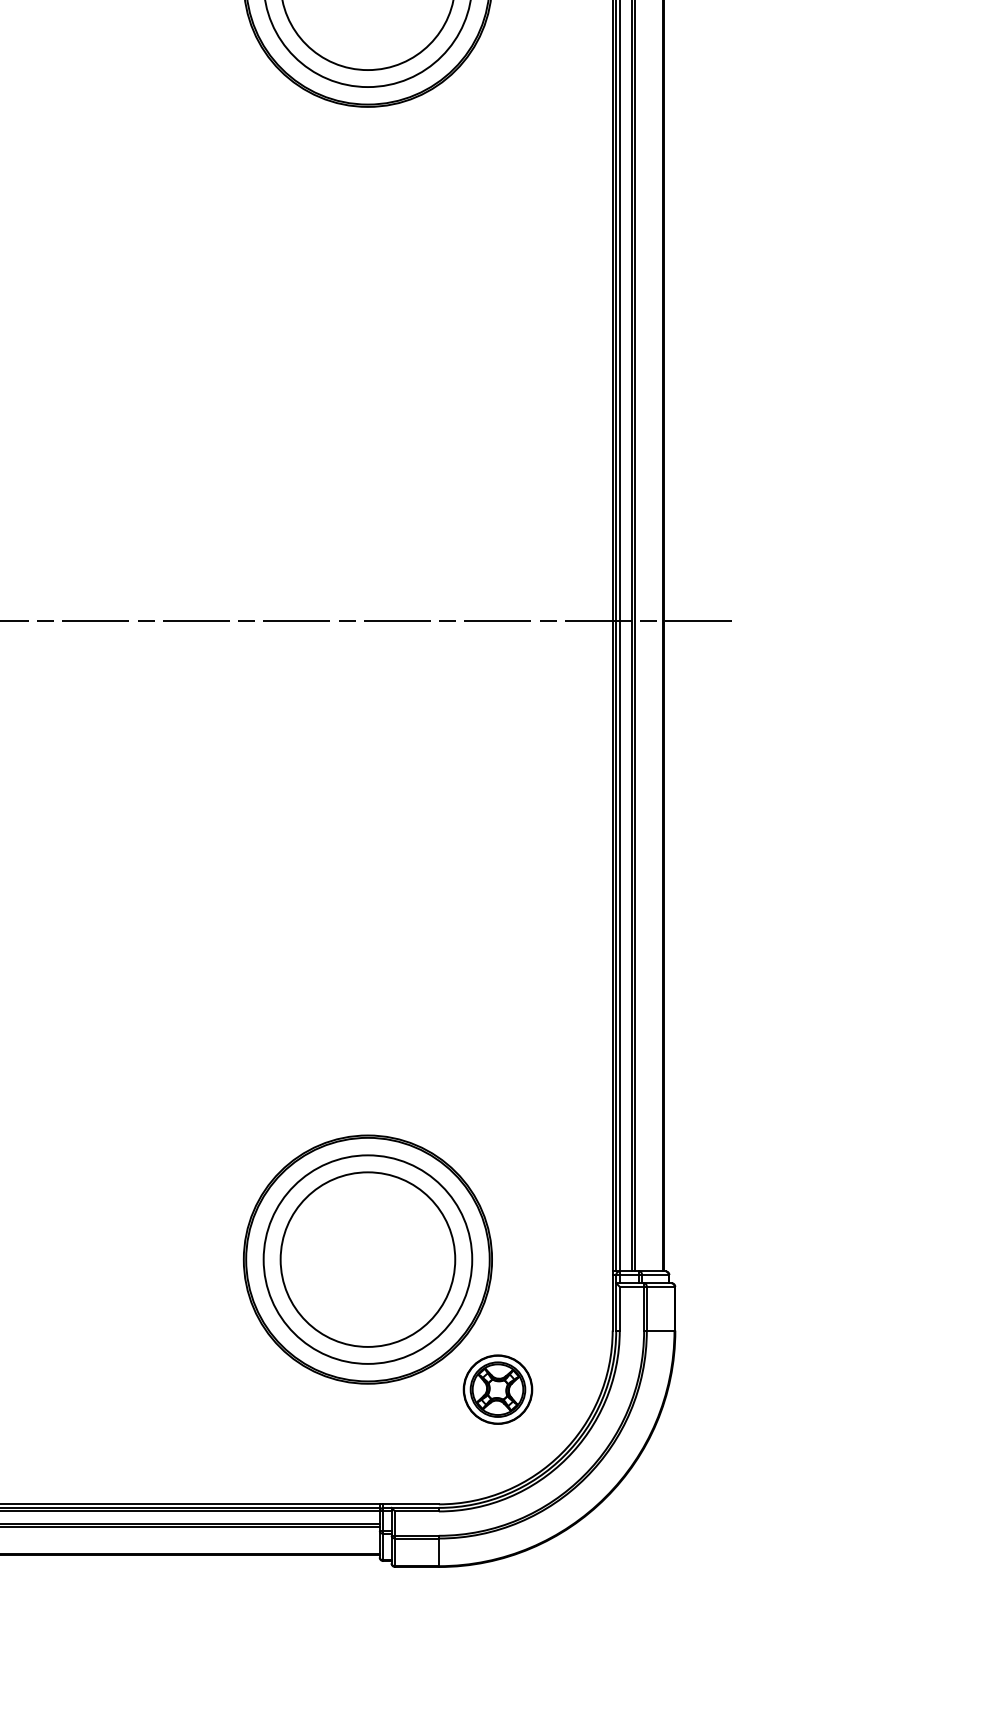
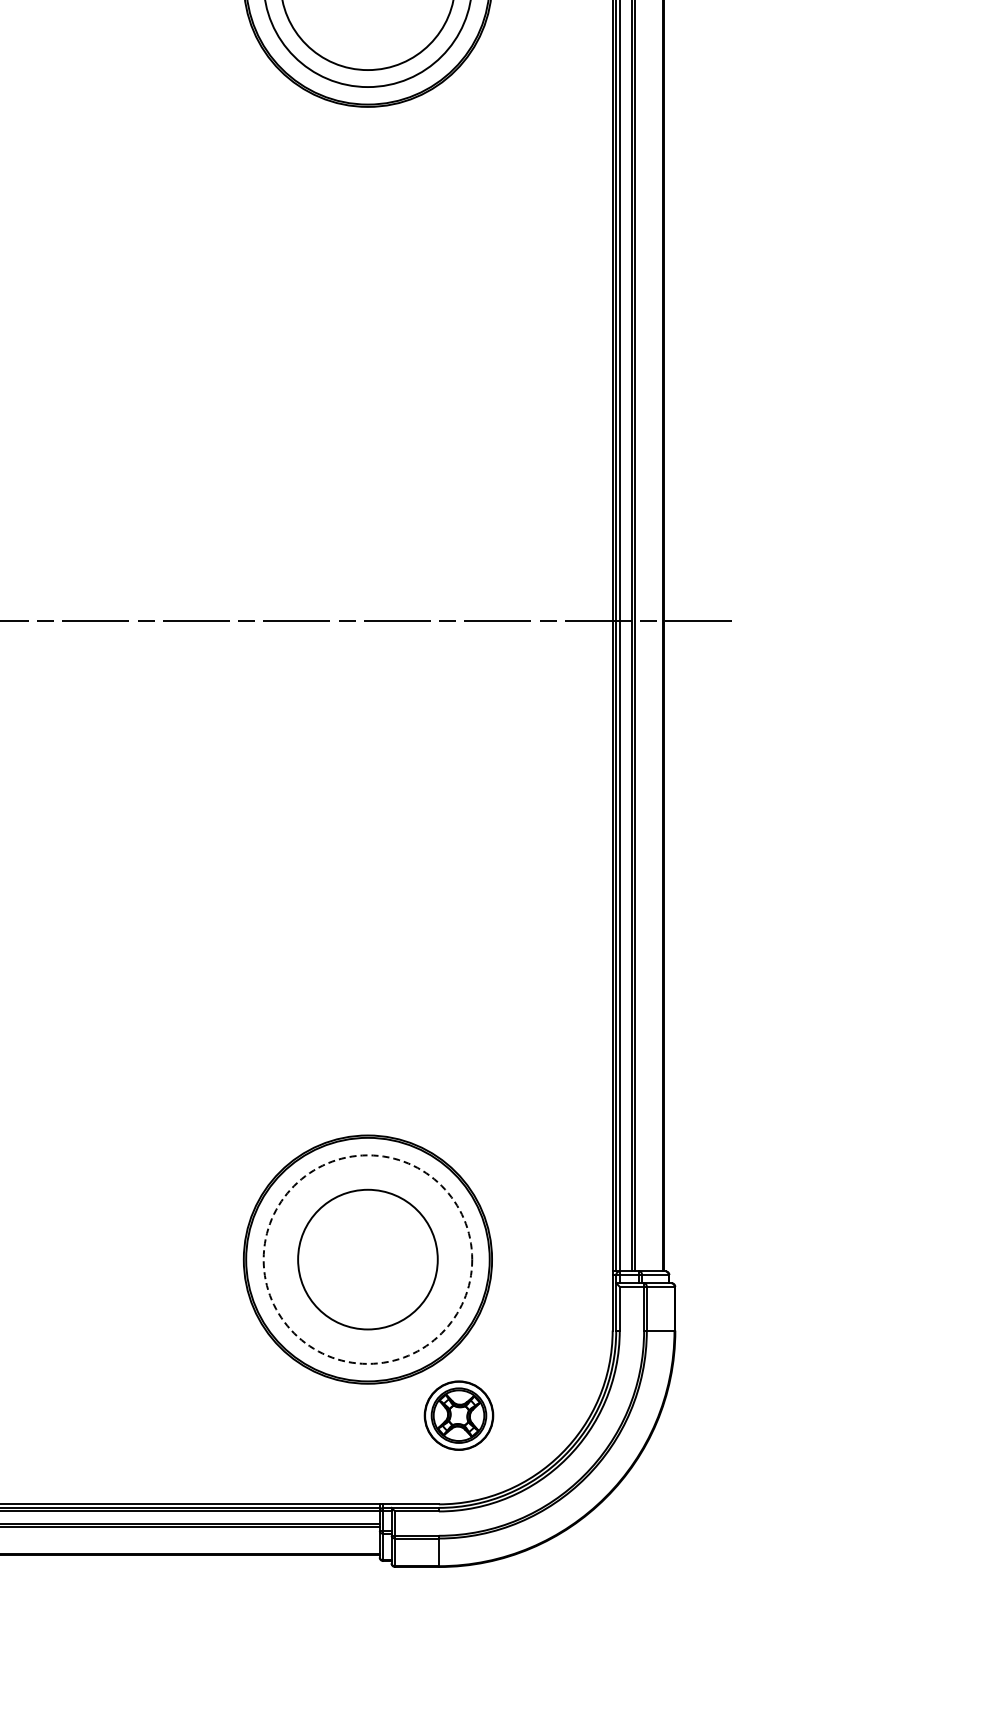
circle at (367, 1259) diameter: 175 px -> 140 px
circle at (367, 1259): solid -> dashed
part at (497, 1389) position: (497, 1389) -> (458, 1415)
